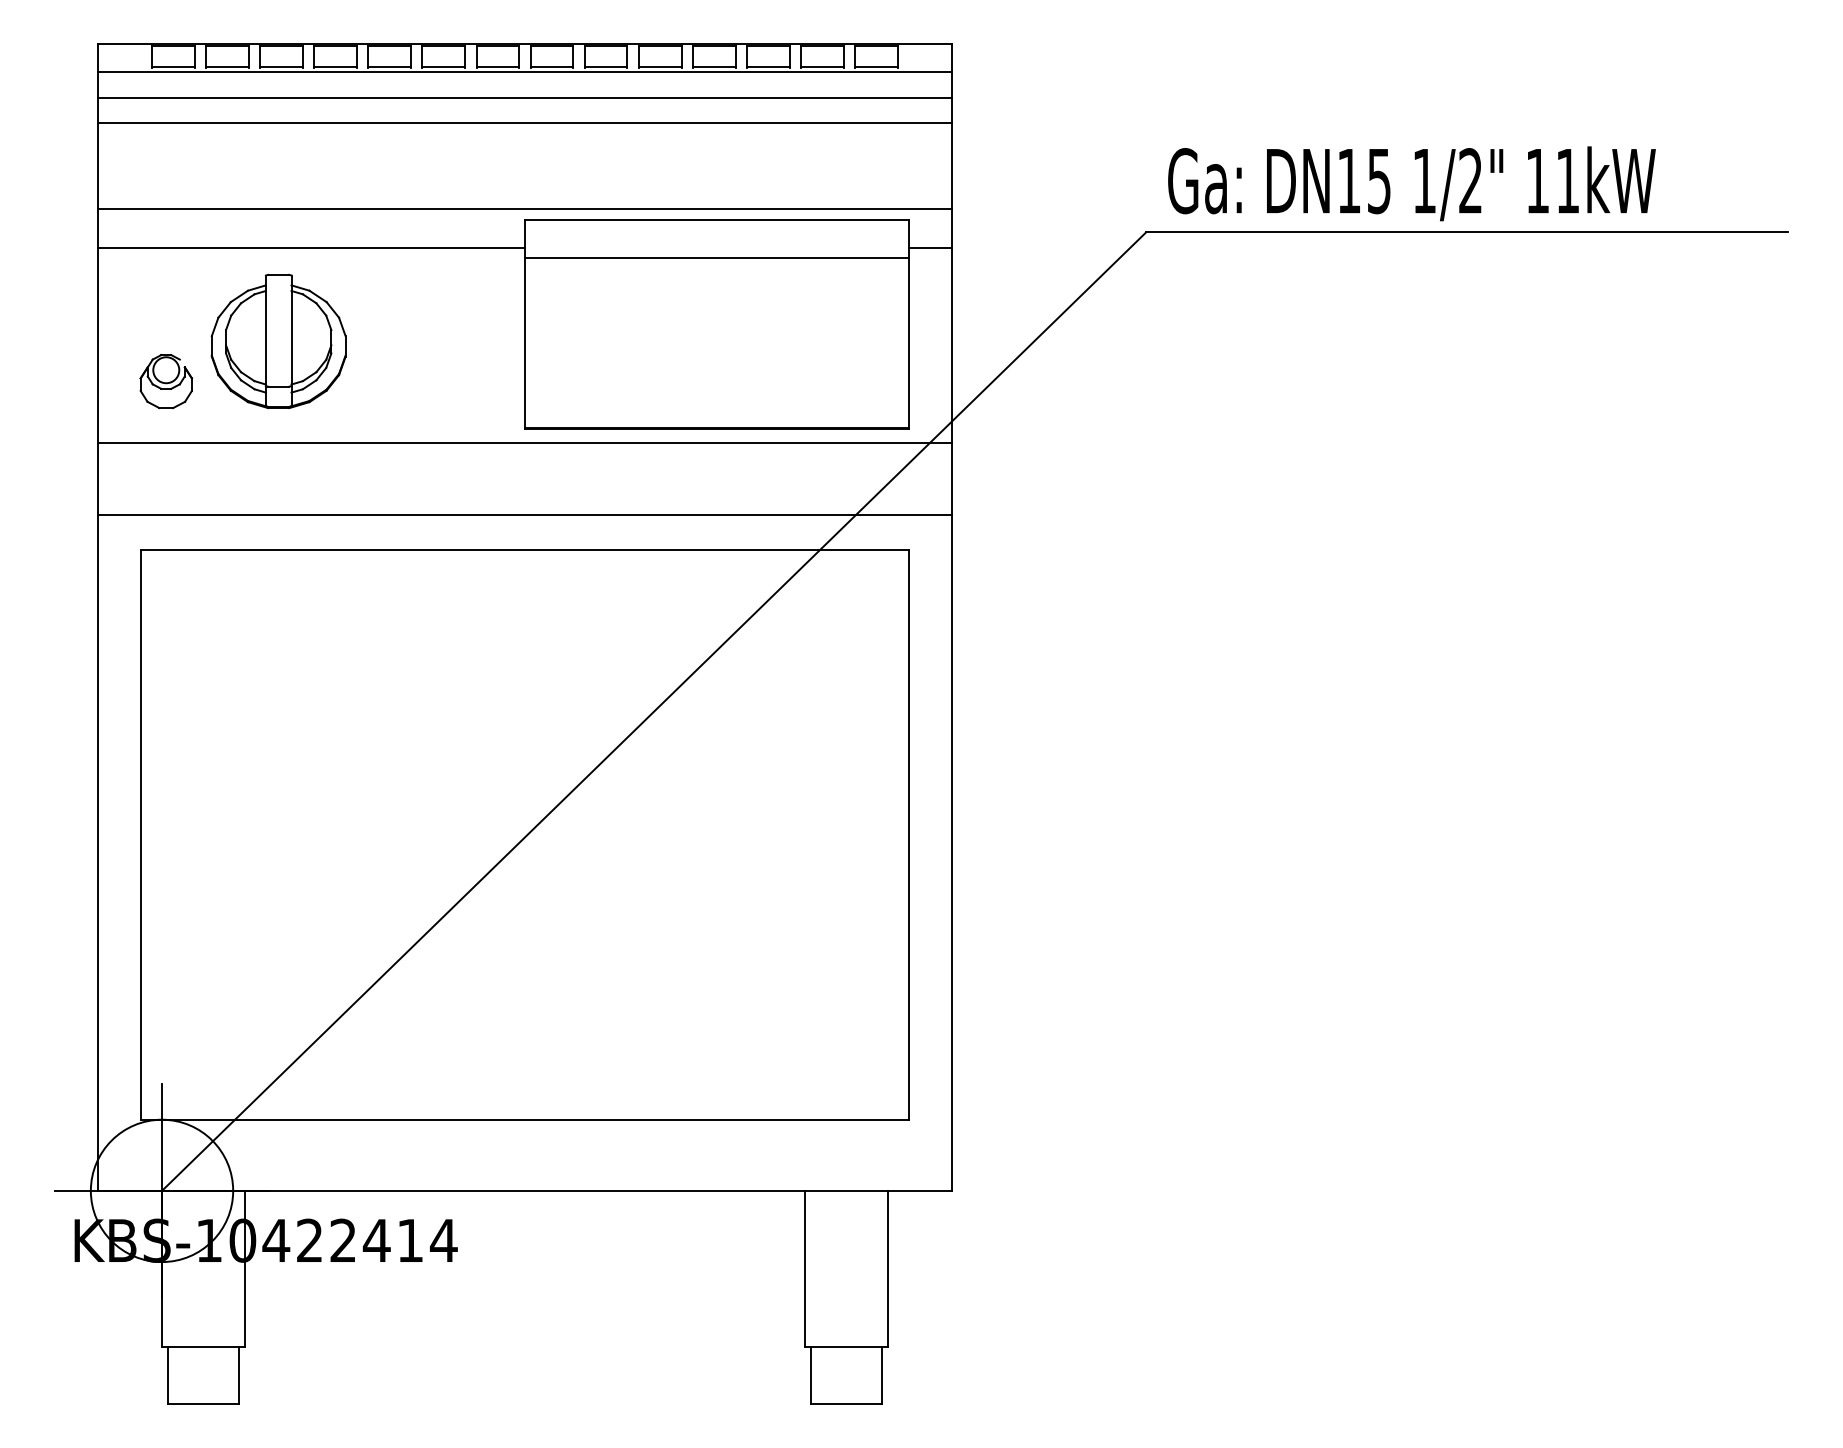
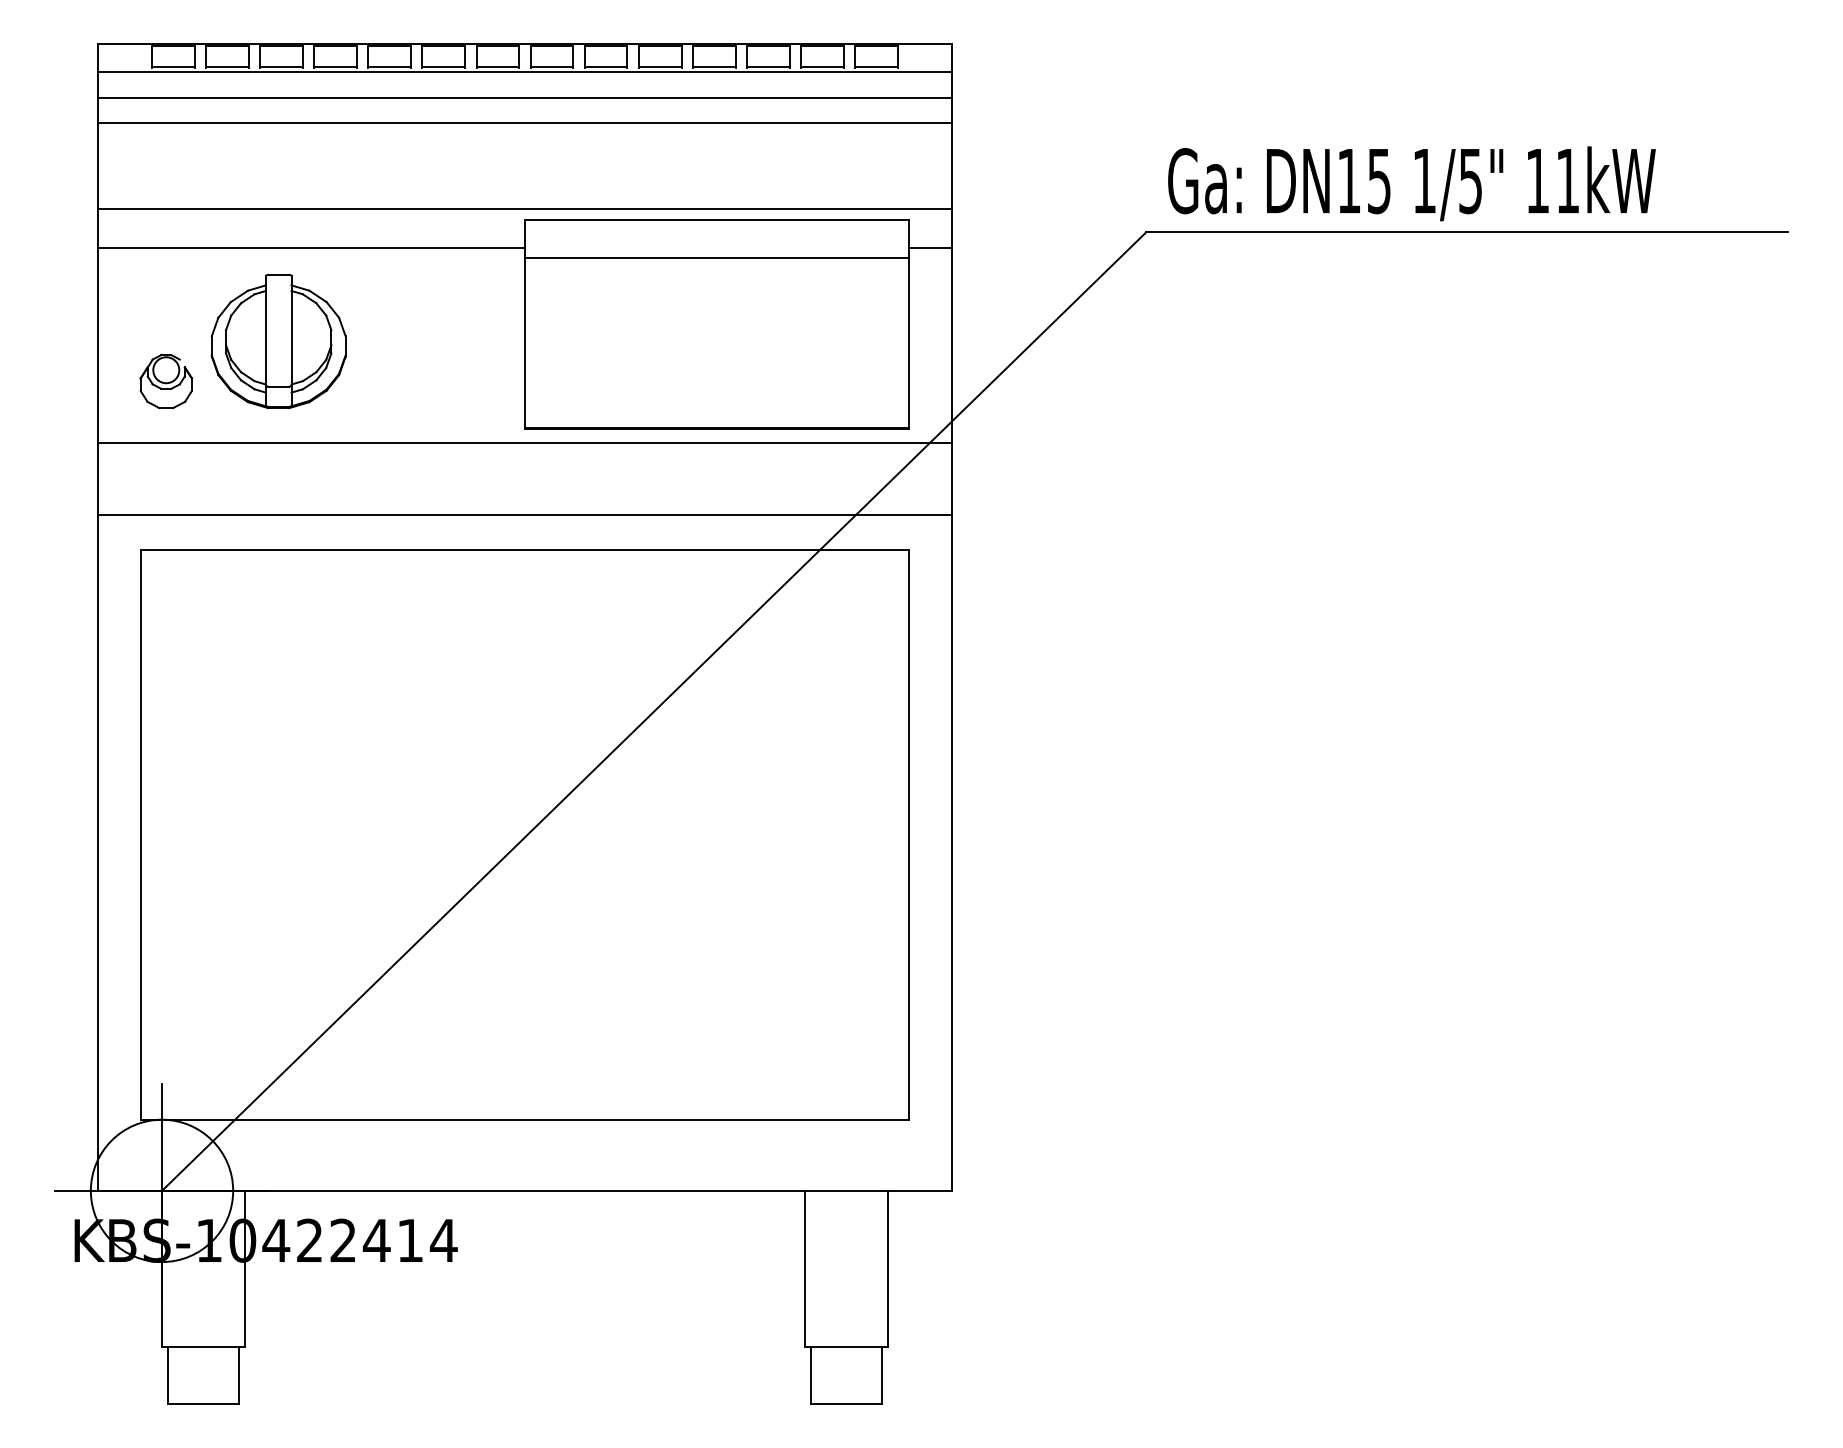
text at (1470, 181): 1/2" -> 1/5"
